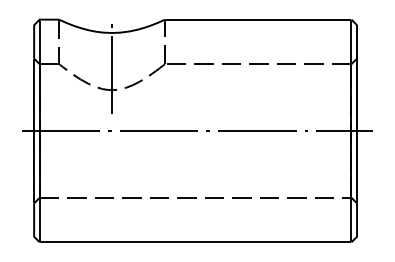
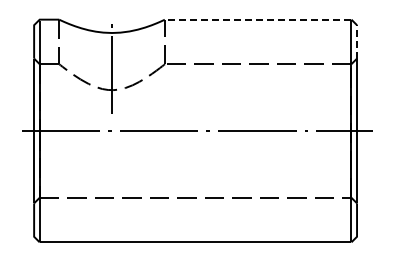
line at (257, 19): solid -> dashed
line at (357, 41): solid -> dashed
